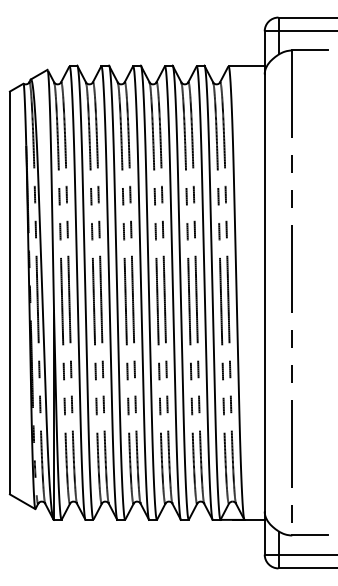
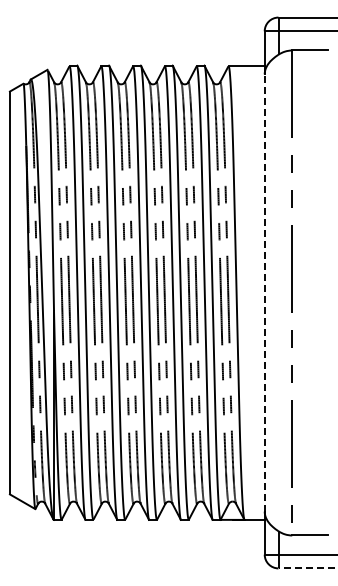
line at (264, 293): solid -> dashed
line at (308, 568): solid -> dashed
